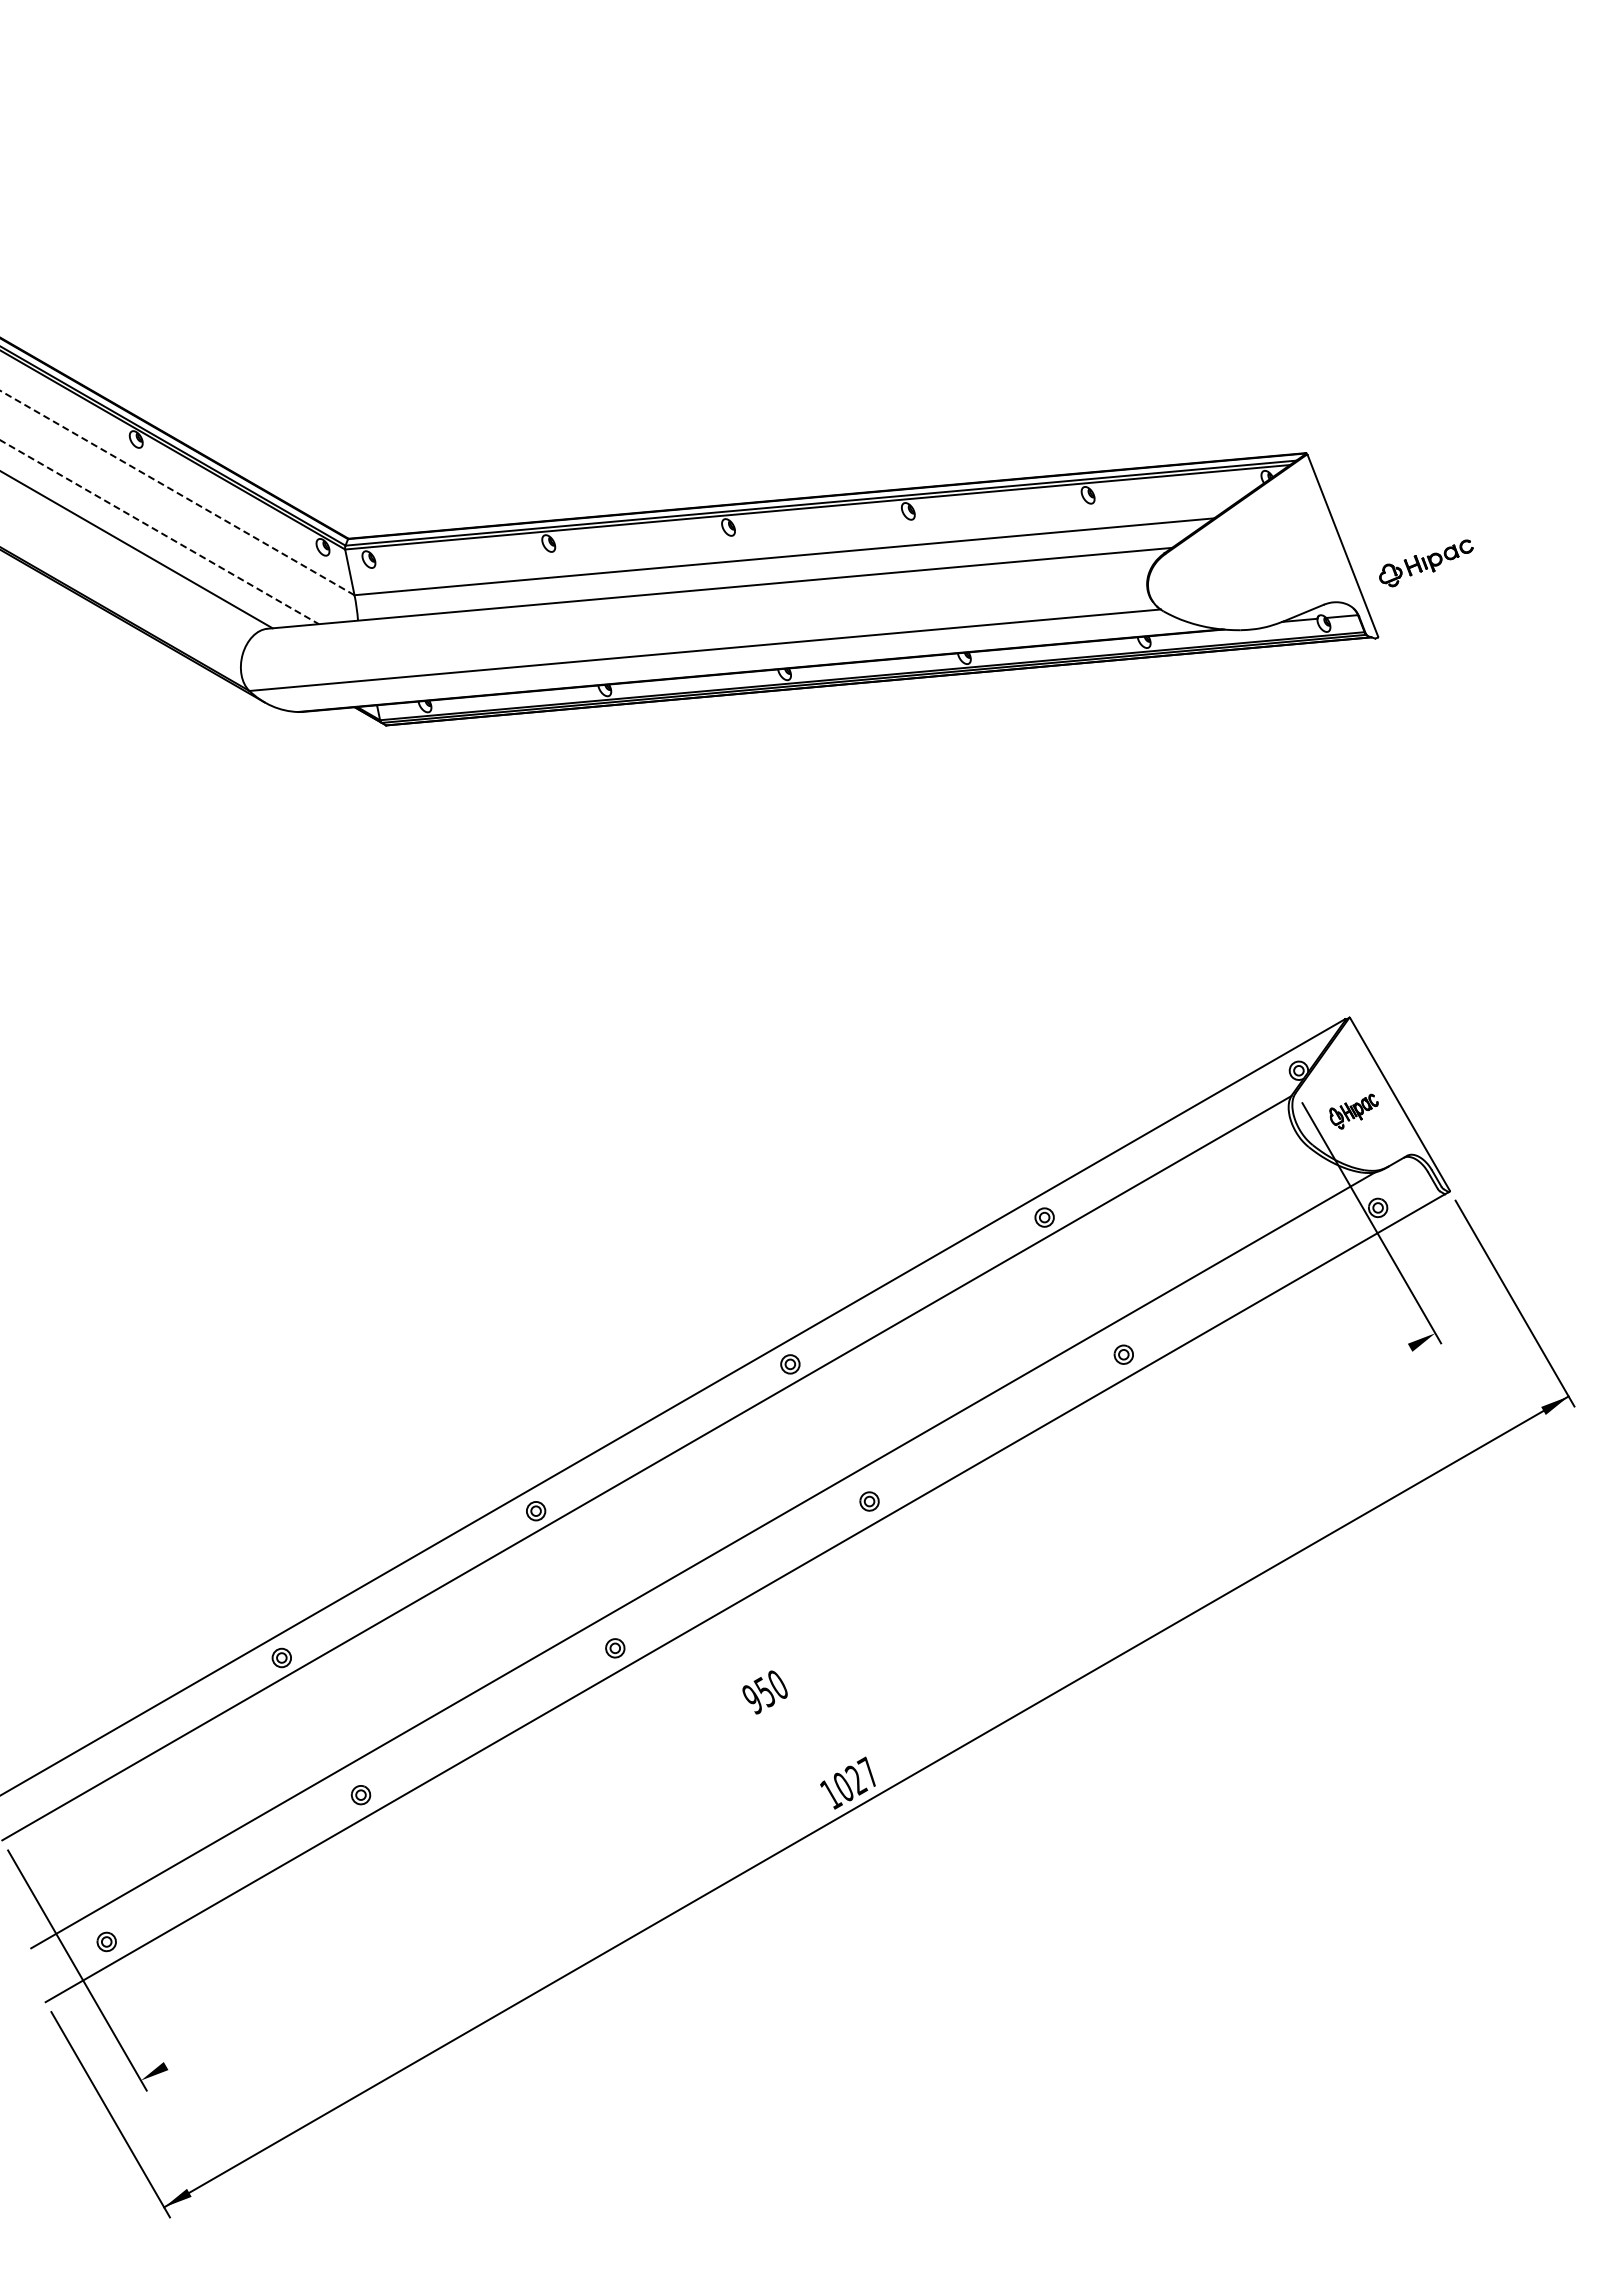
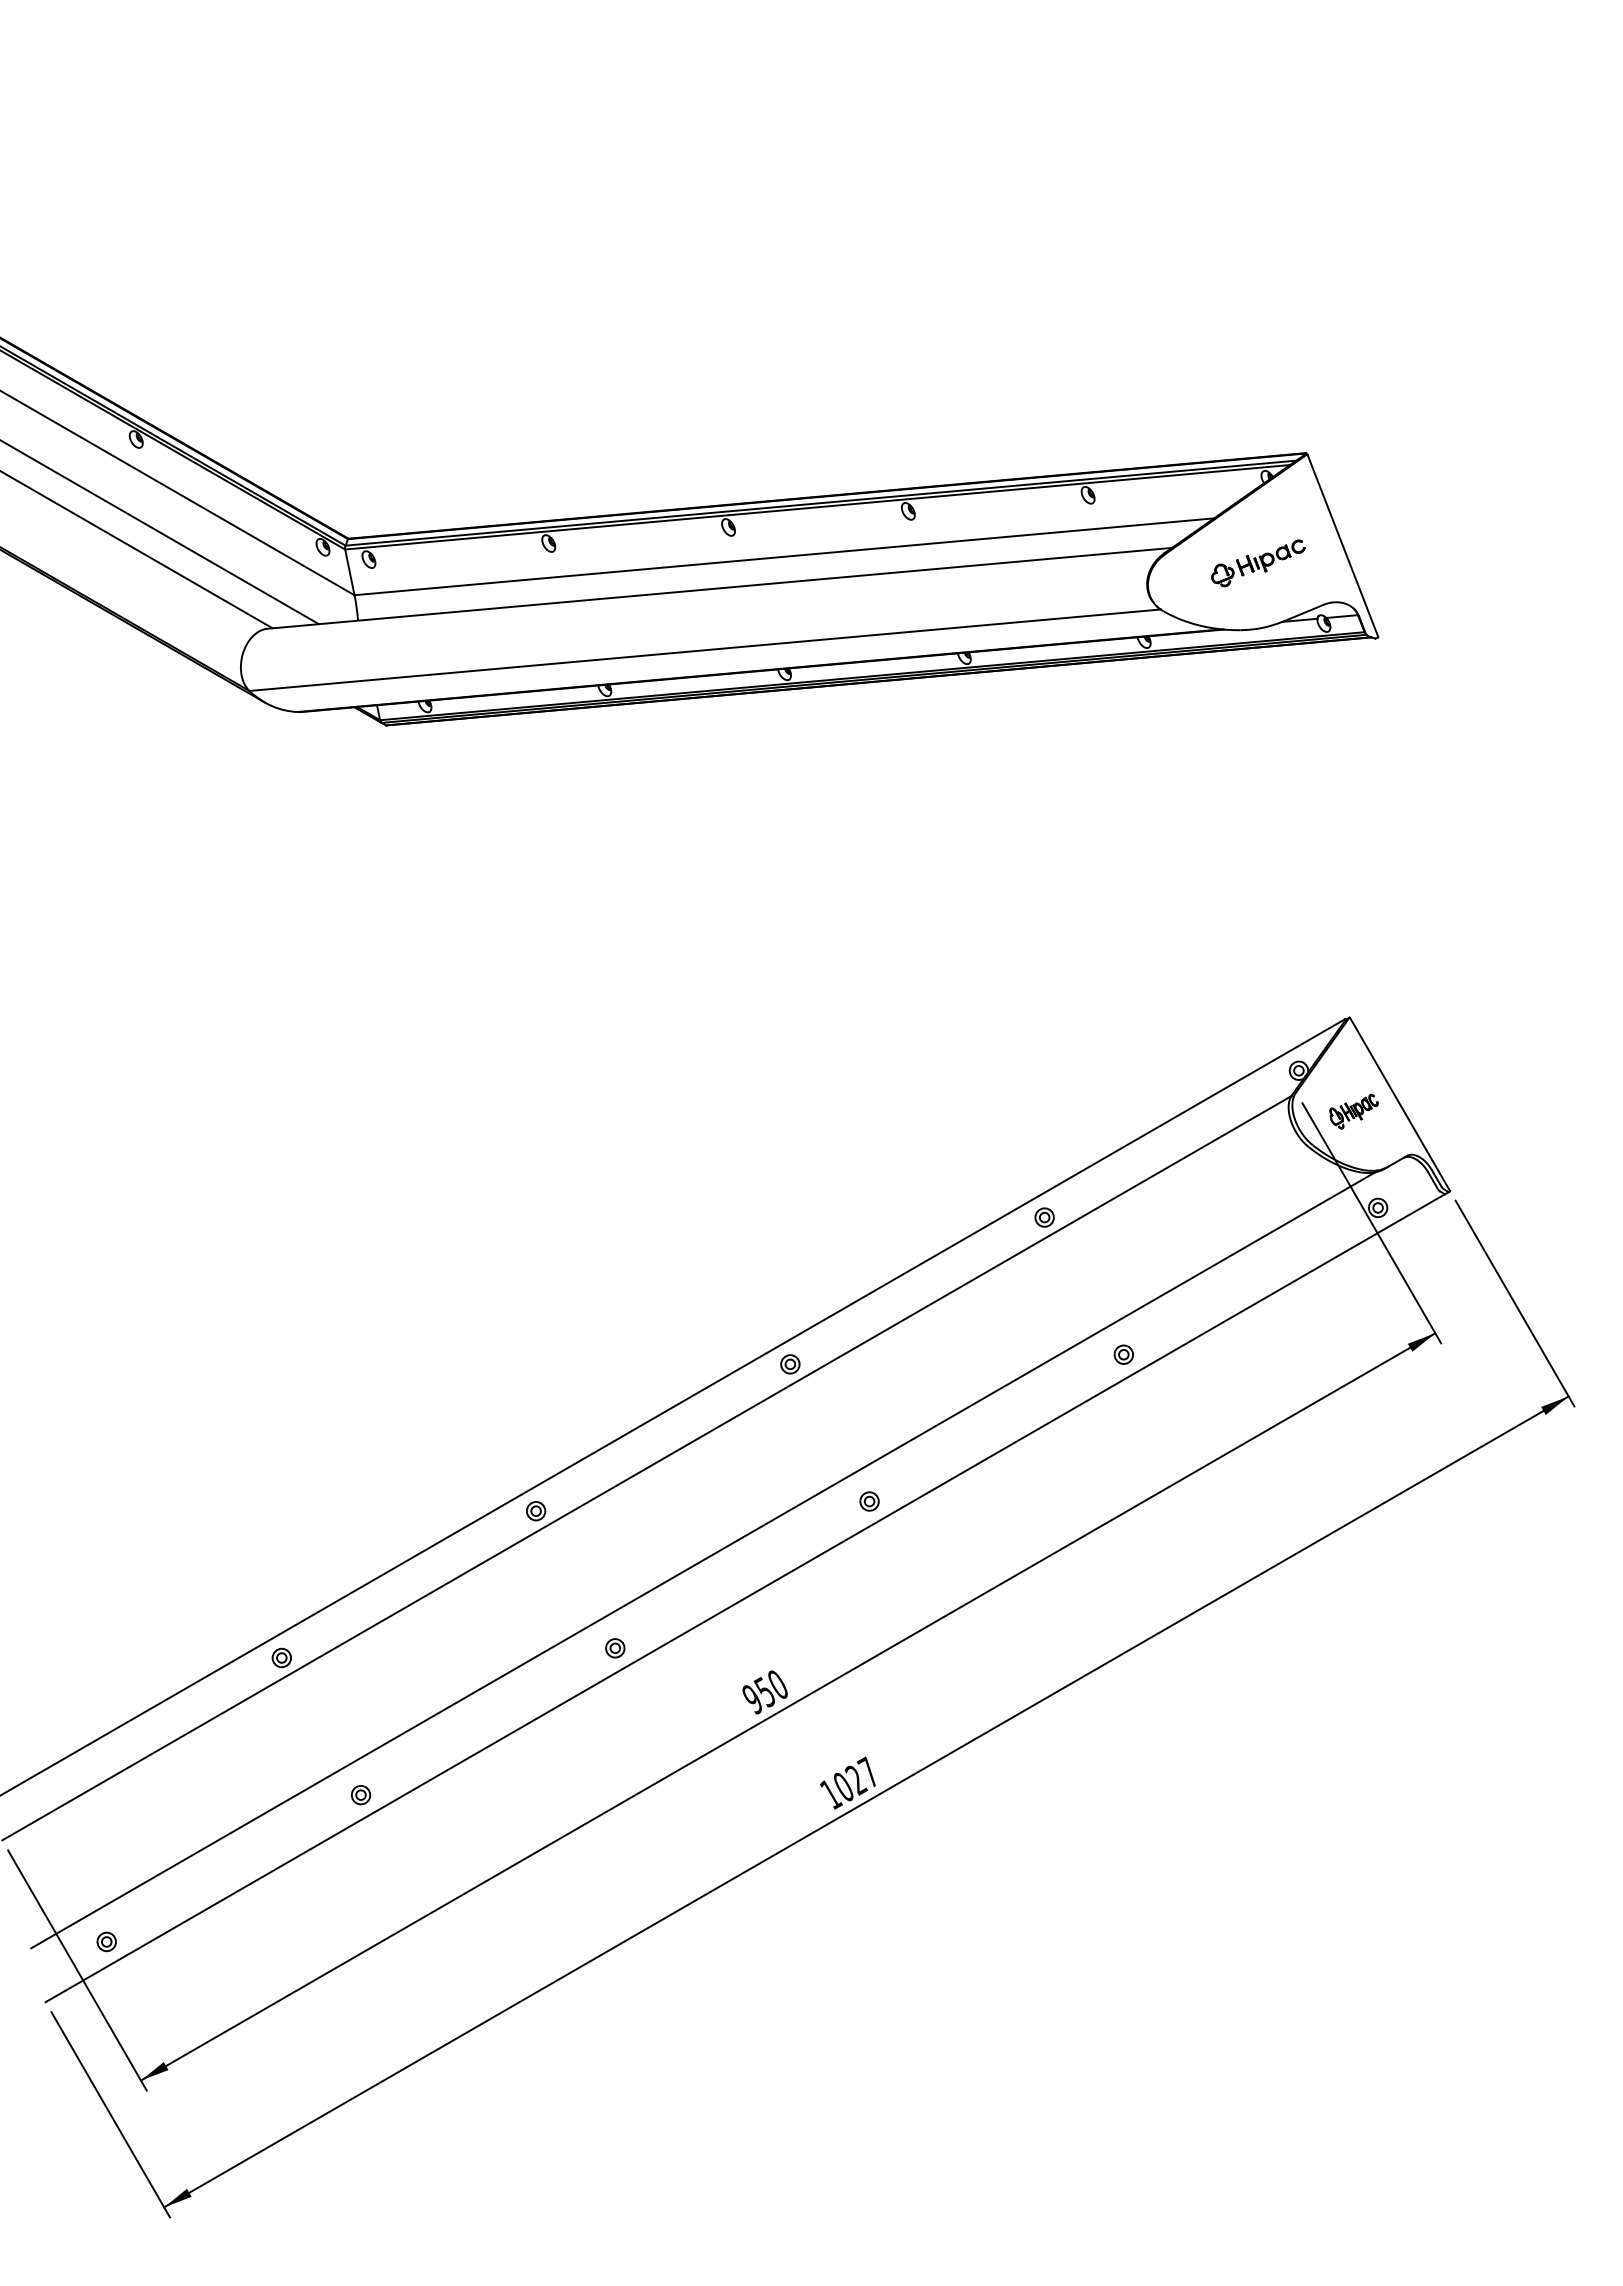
line at (178, 493): dashed -> solid
line at (159, 532): dashed -> solid
part at (1426, 563) position: (1426, 563) -> (1258, 563)
line at (787, 1706): none -> present
